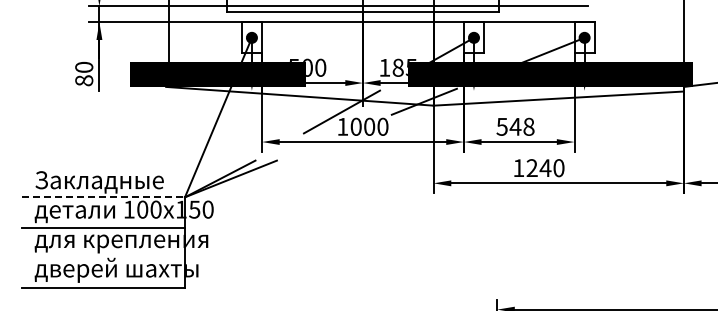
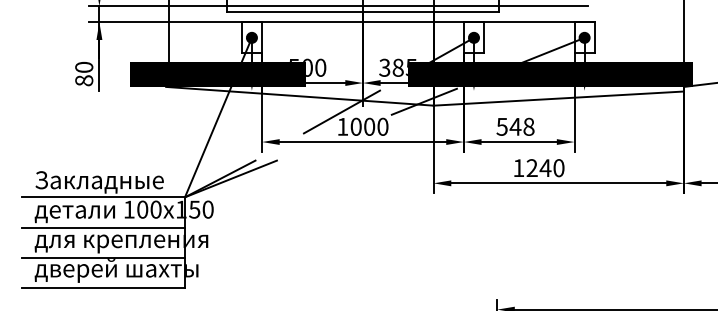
text at (384, 67): 185 -> 385
line at (103, 197): dashed -> solid
line at (103, 257): none -> present
